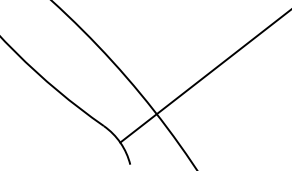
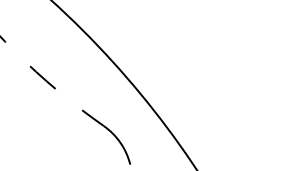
line at (204, 76): present -> none
arc at (49, 84): solid -> dashed
